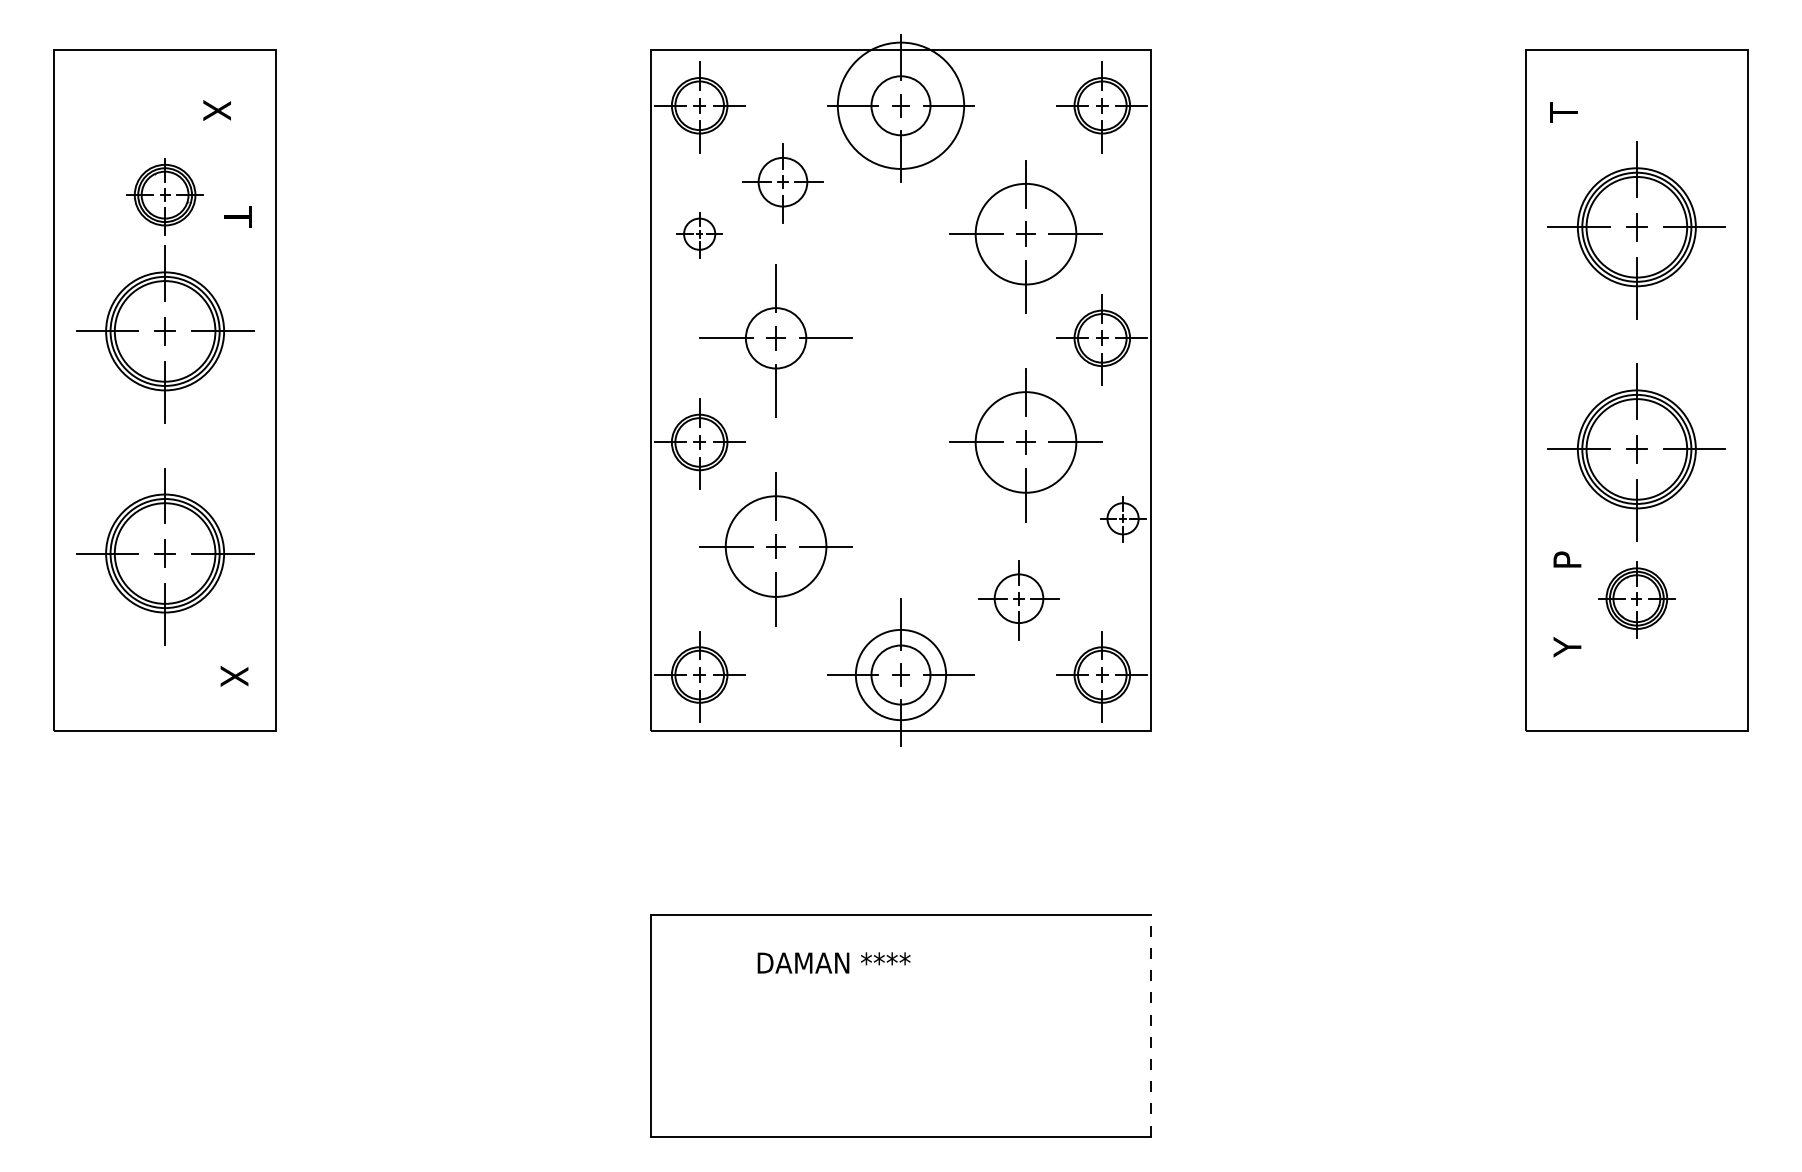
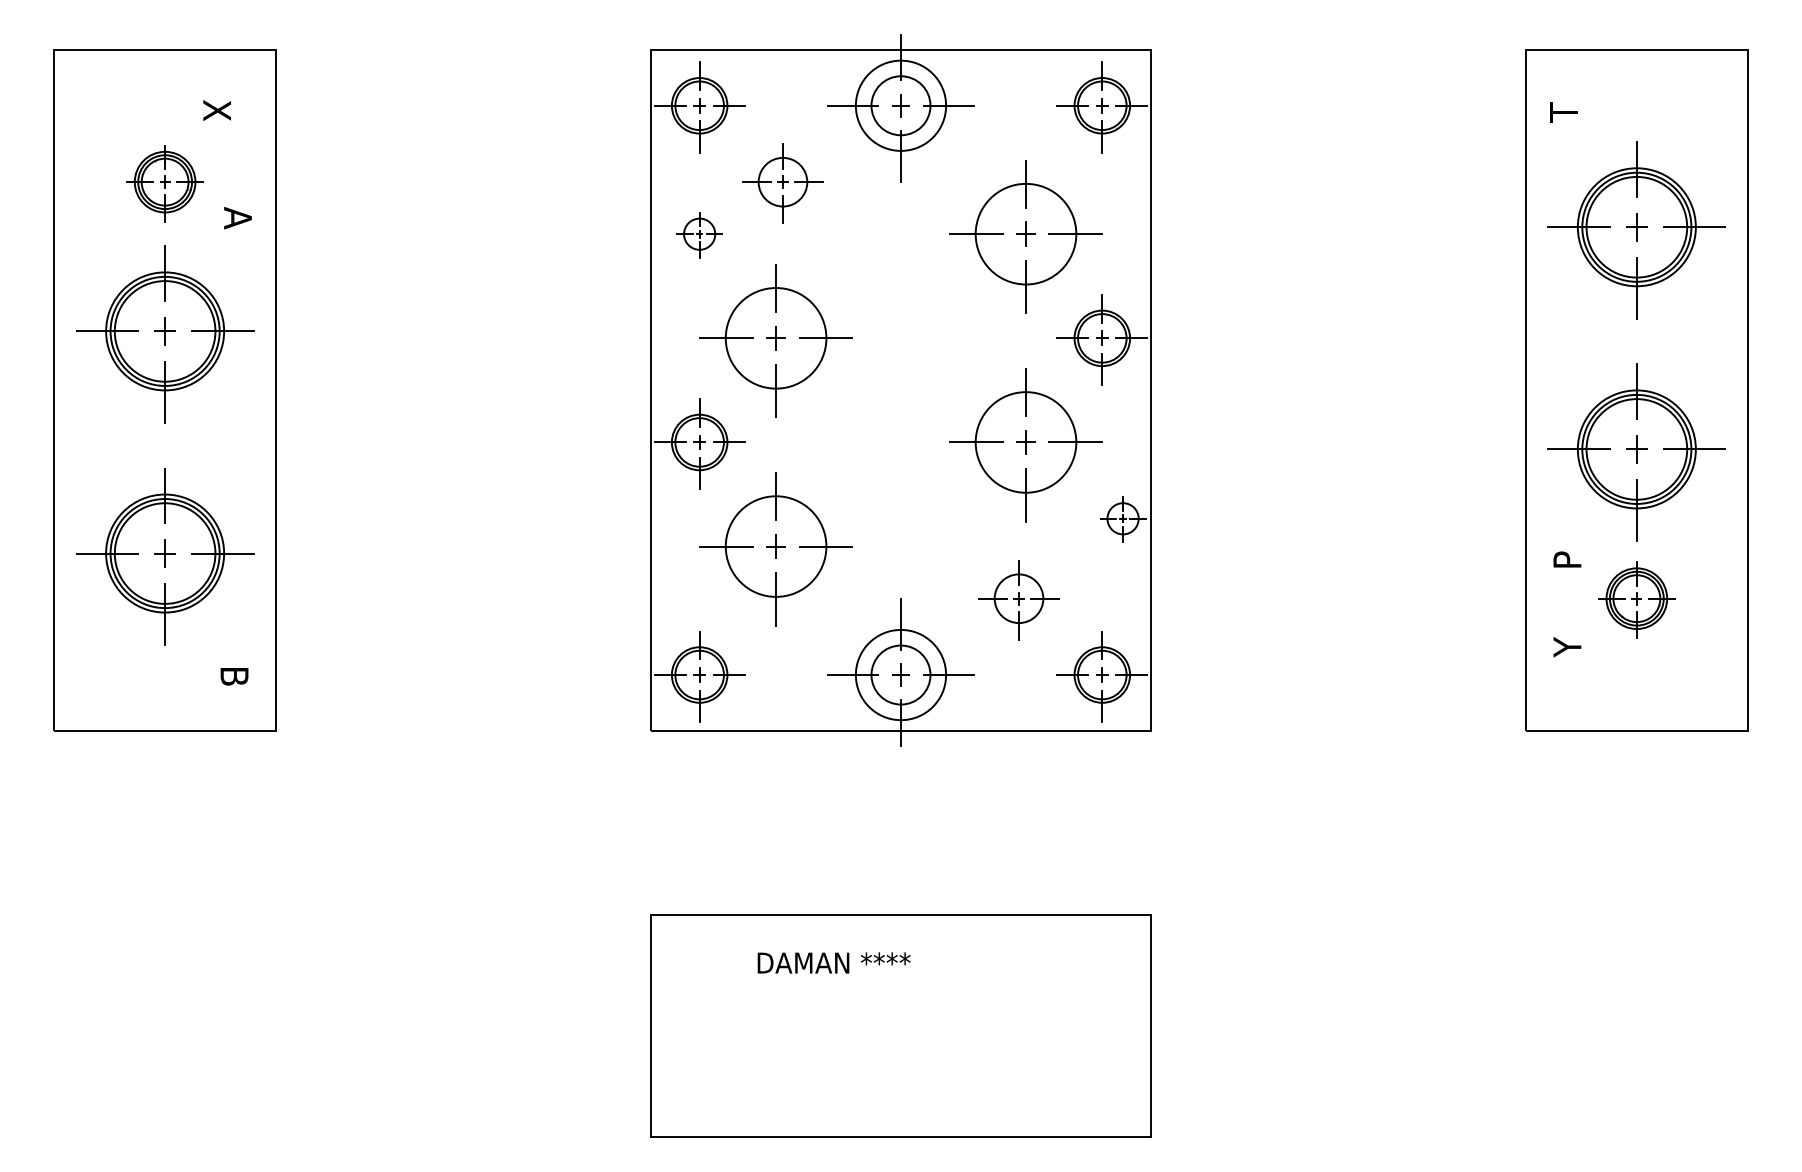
circle at (900, 105) diameter: 126 px -> 90 px
part at (164, 196) position: (164, 196) -> (164, 183)
text at (237, 217): T -> A
circle at (775, 338) diameter: 60 px -> 101 px
text at (234, 676): X -> B
line at (1150, 1025): dashed -> solid
